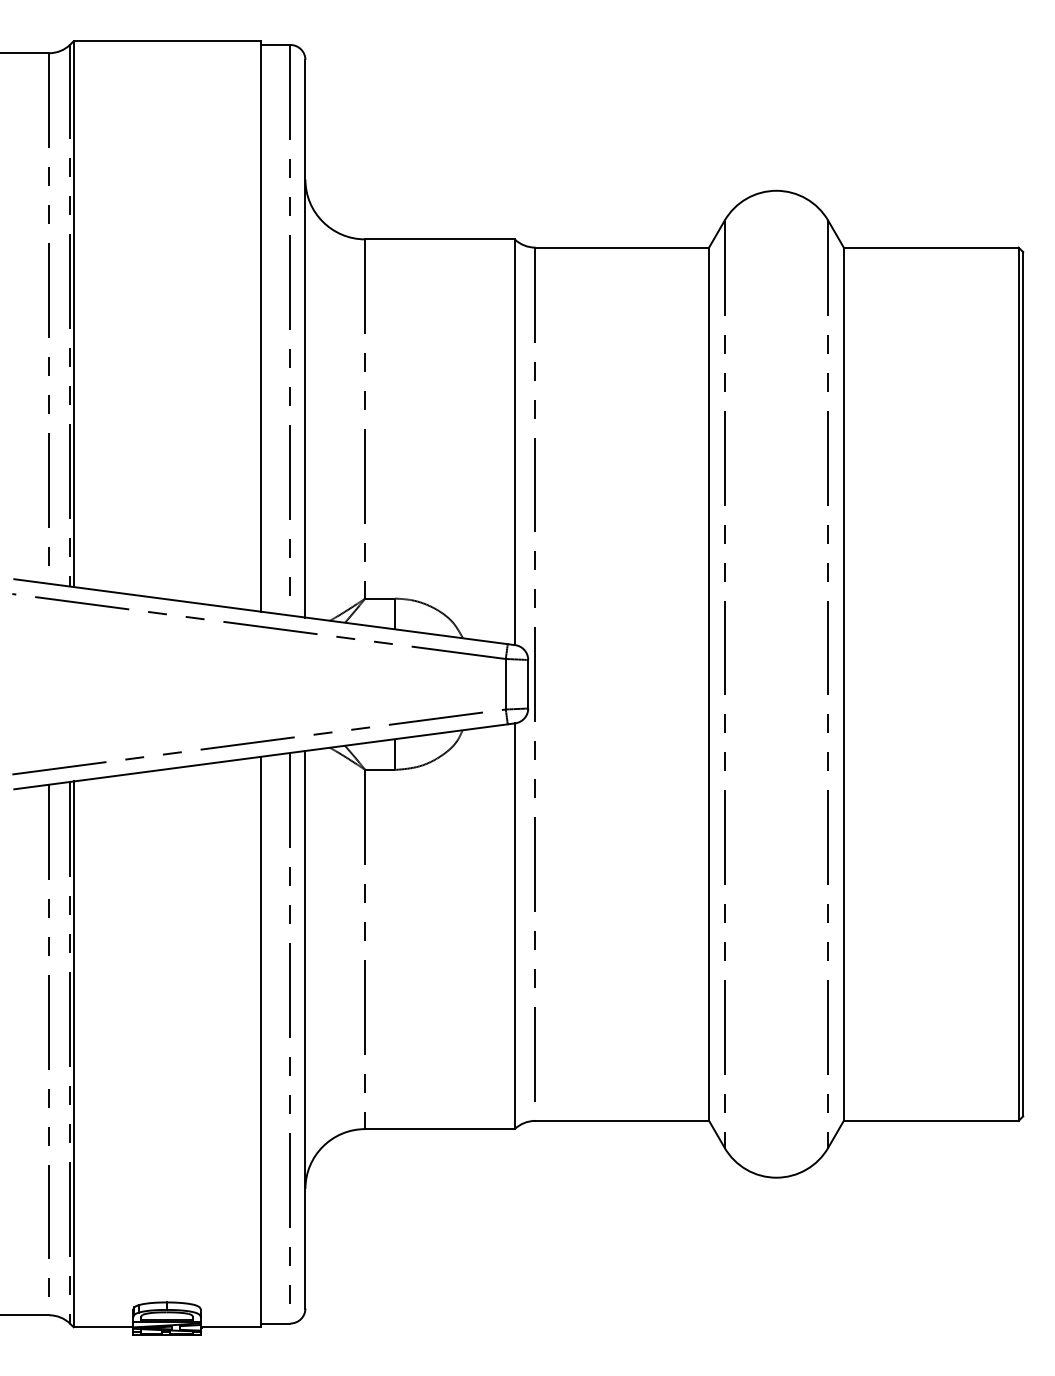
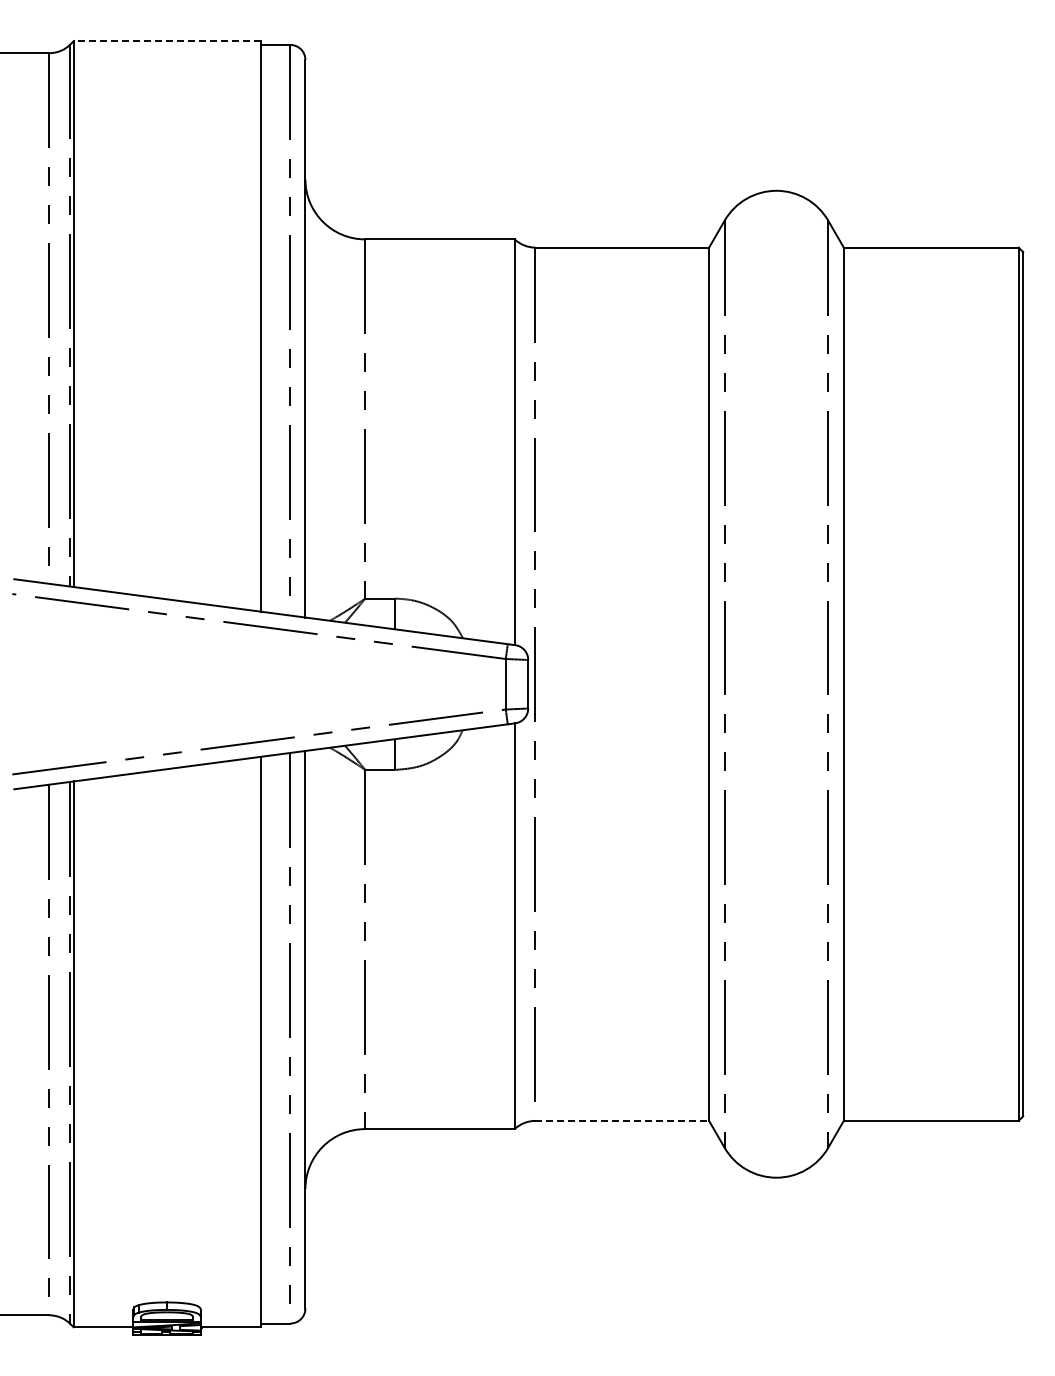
line at (166, 41): solid -> dashed
line at (622, 1120): solid -> dashed
